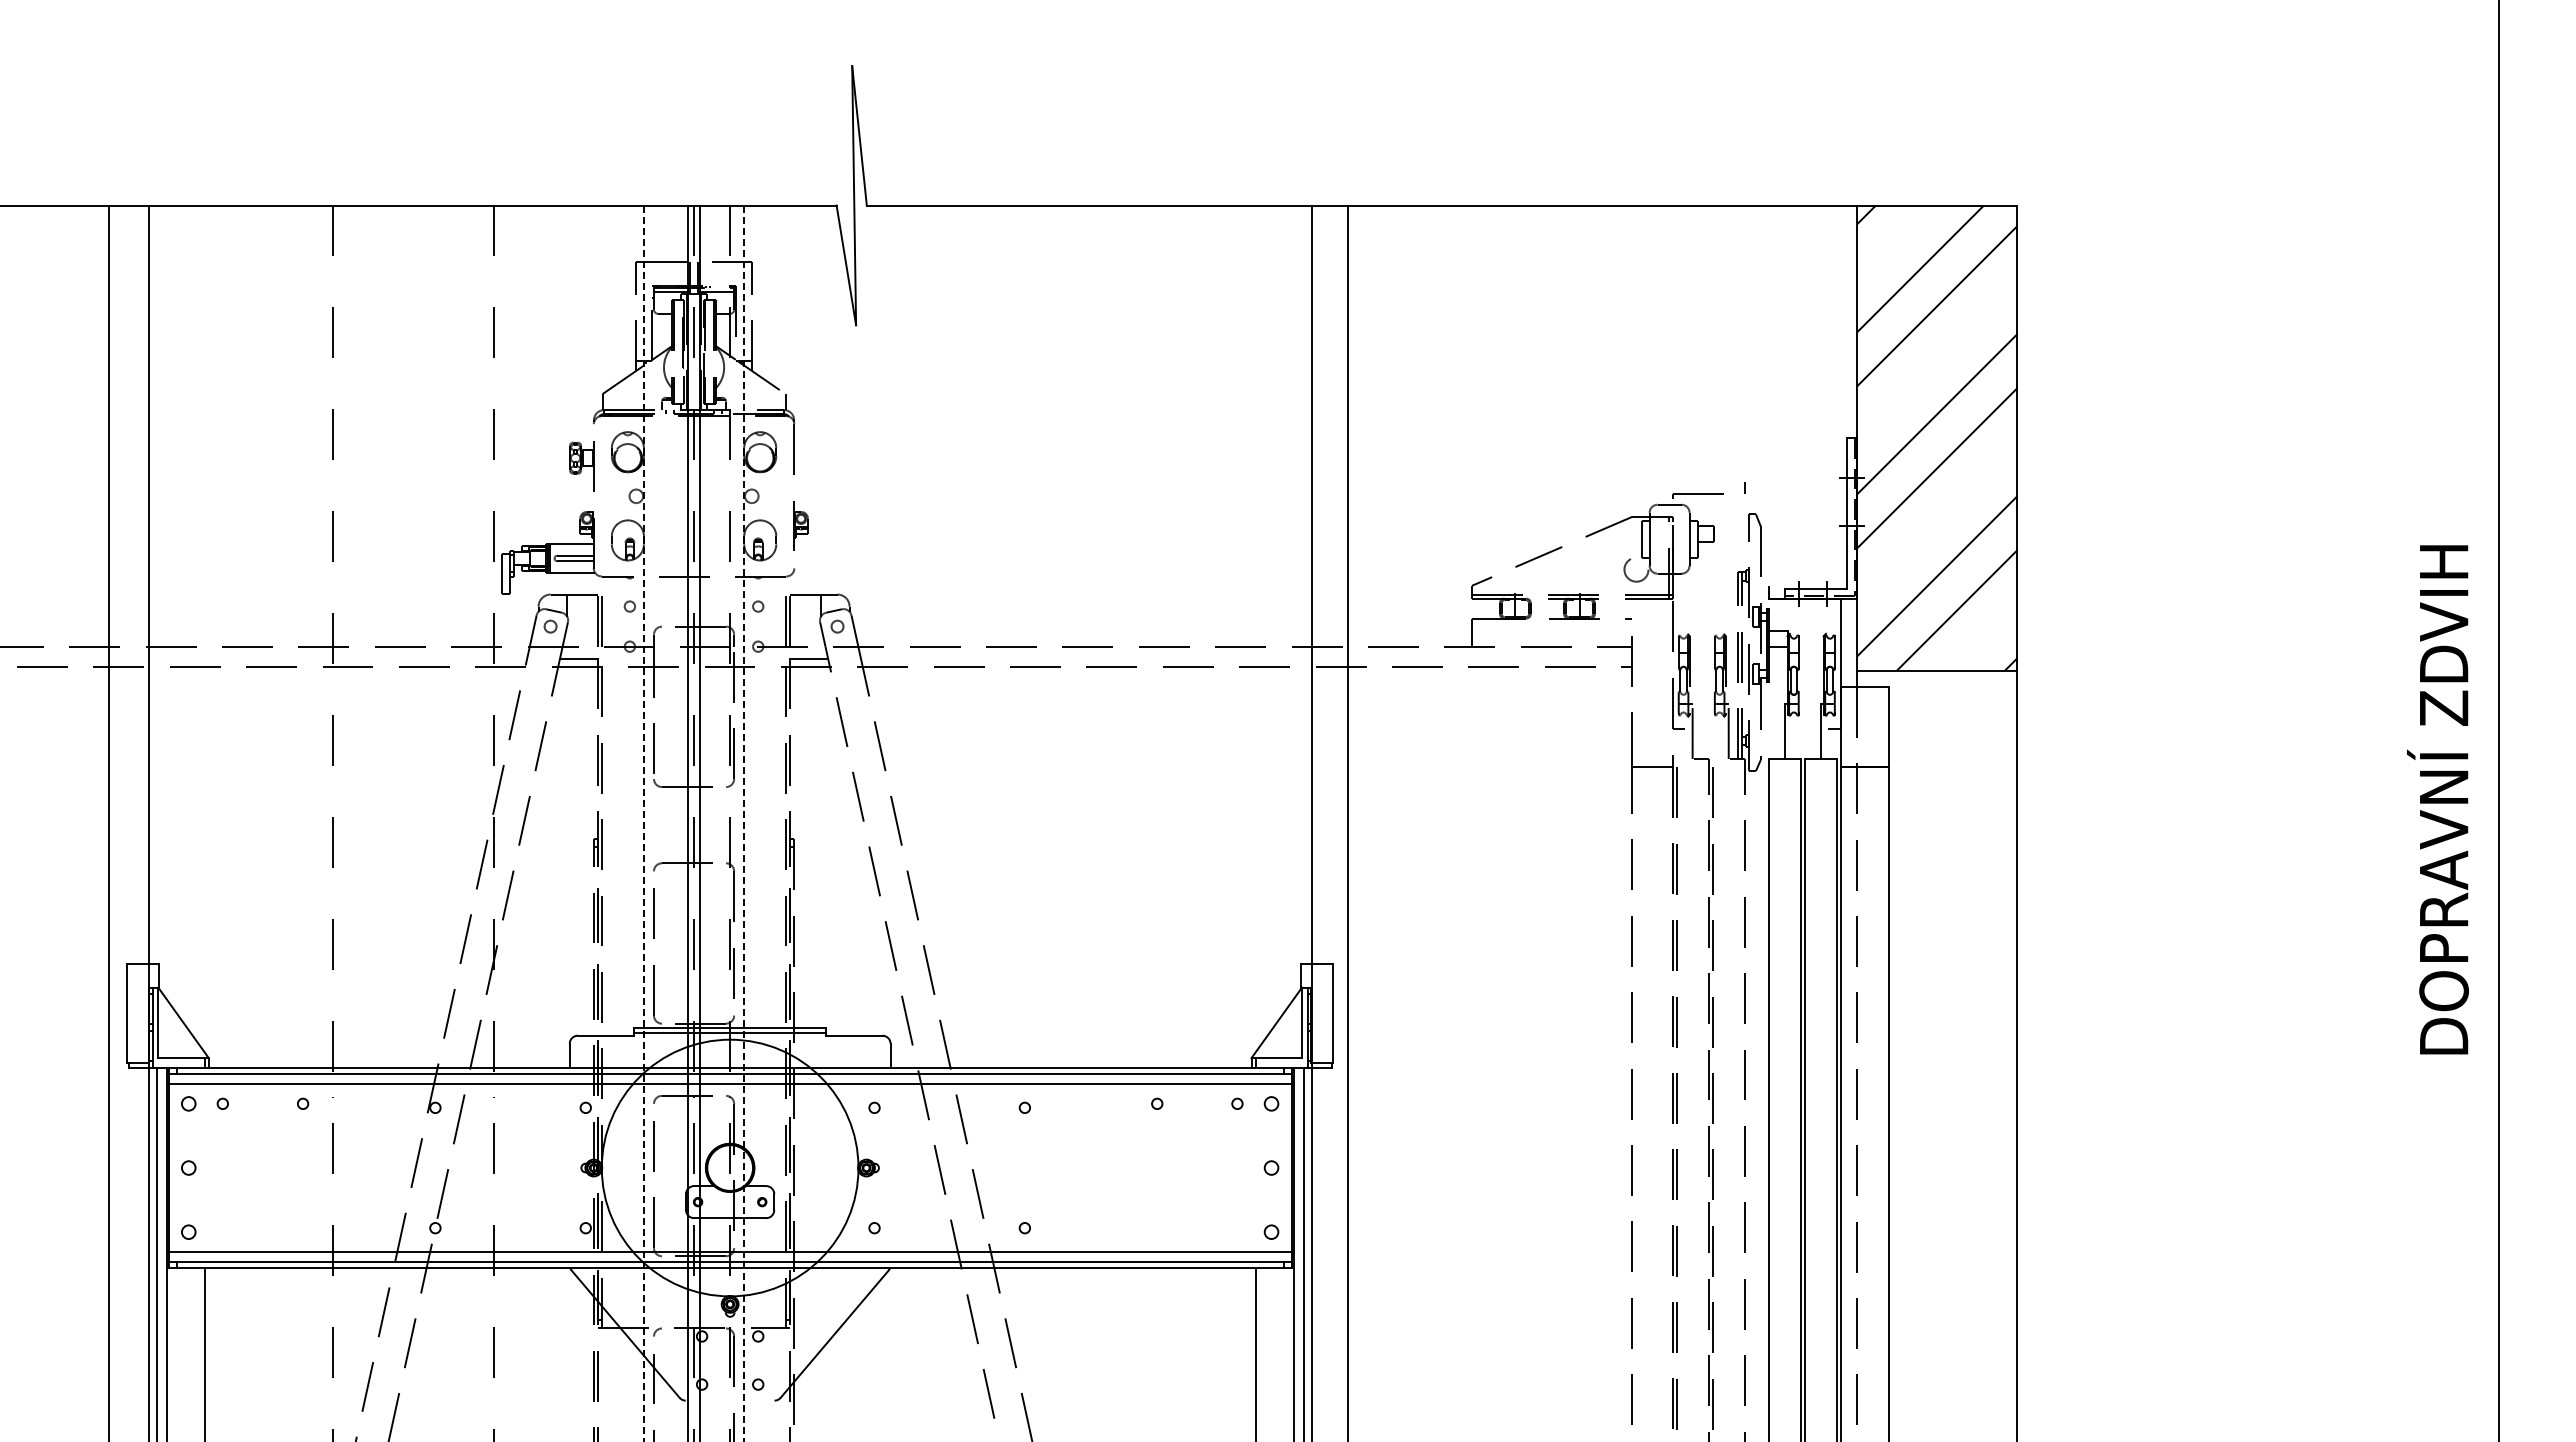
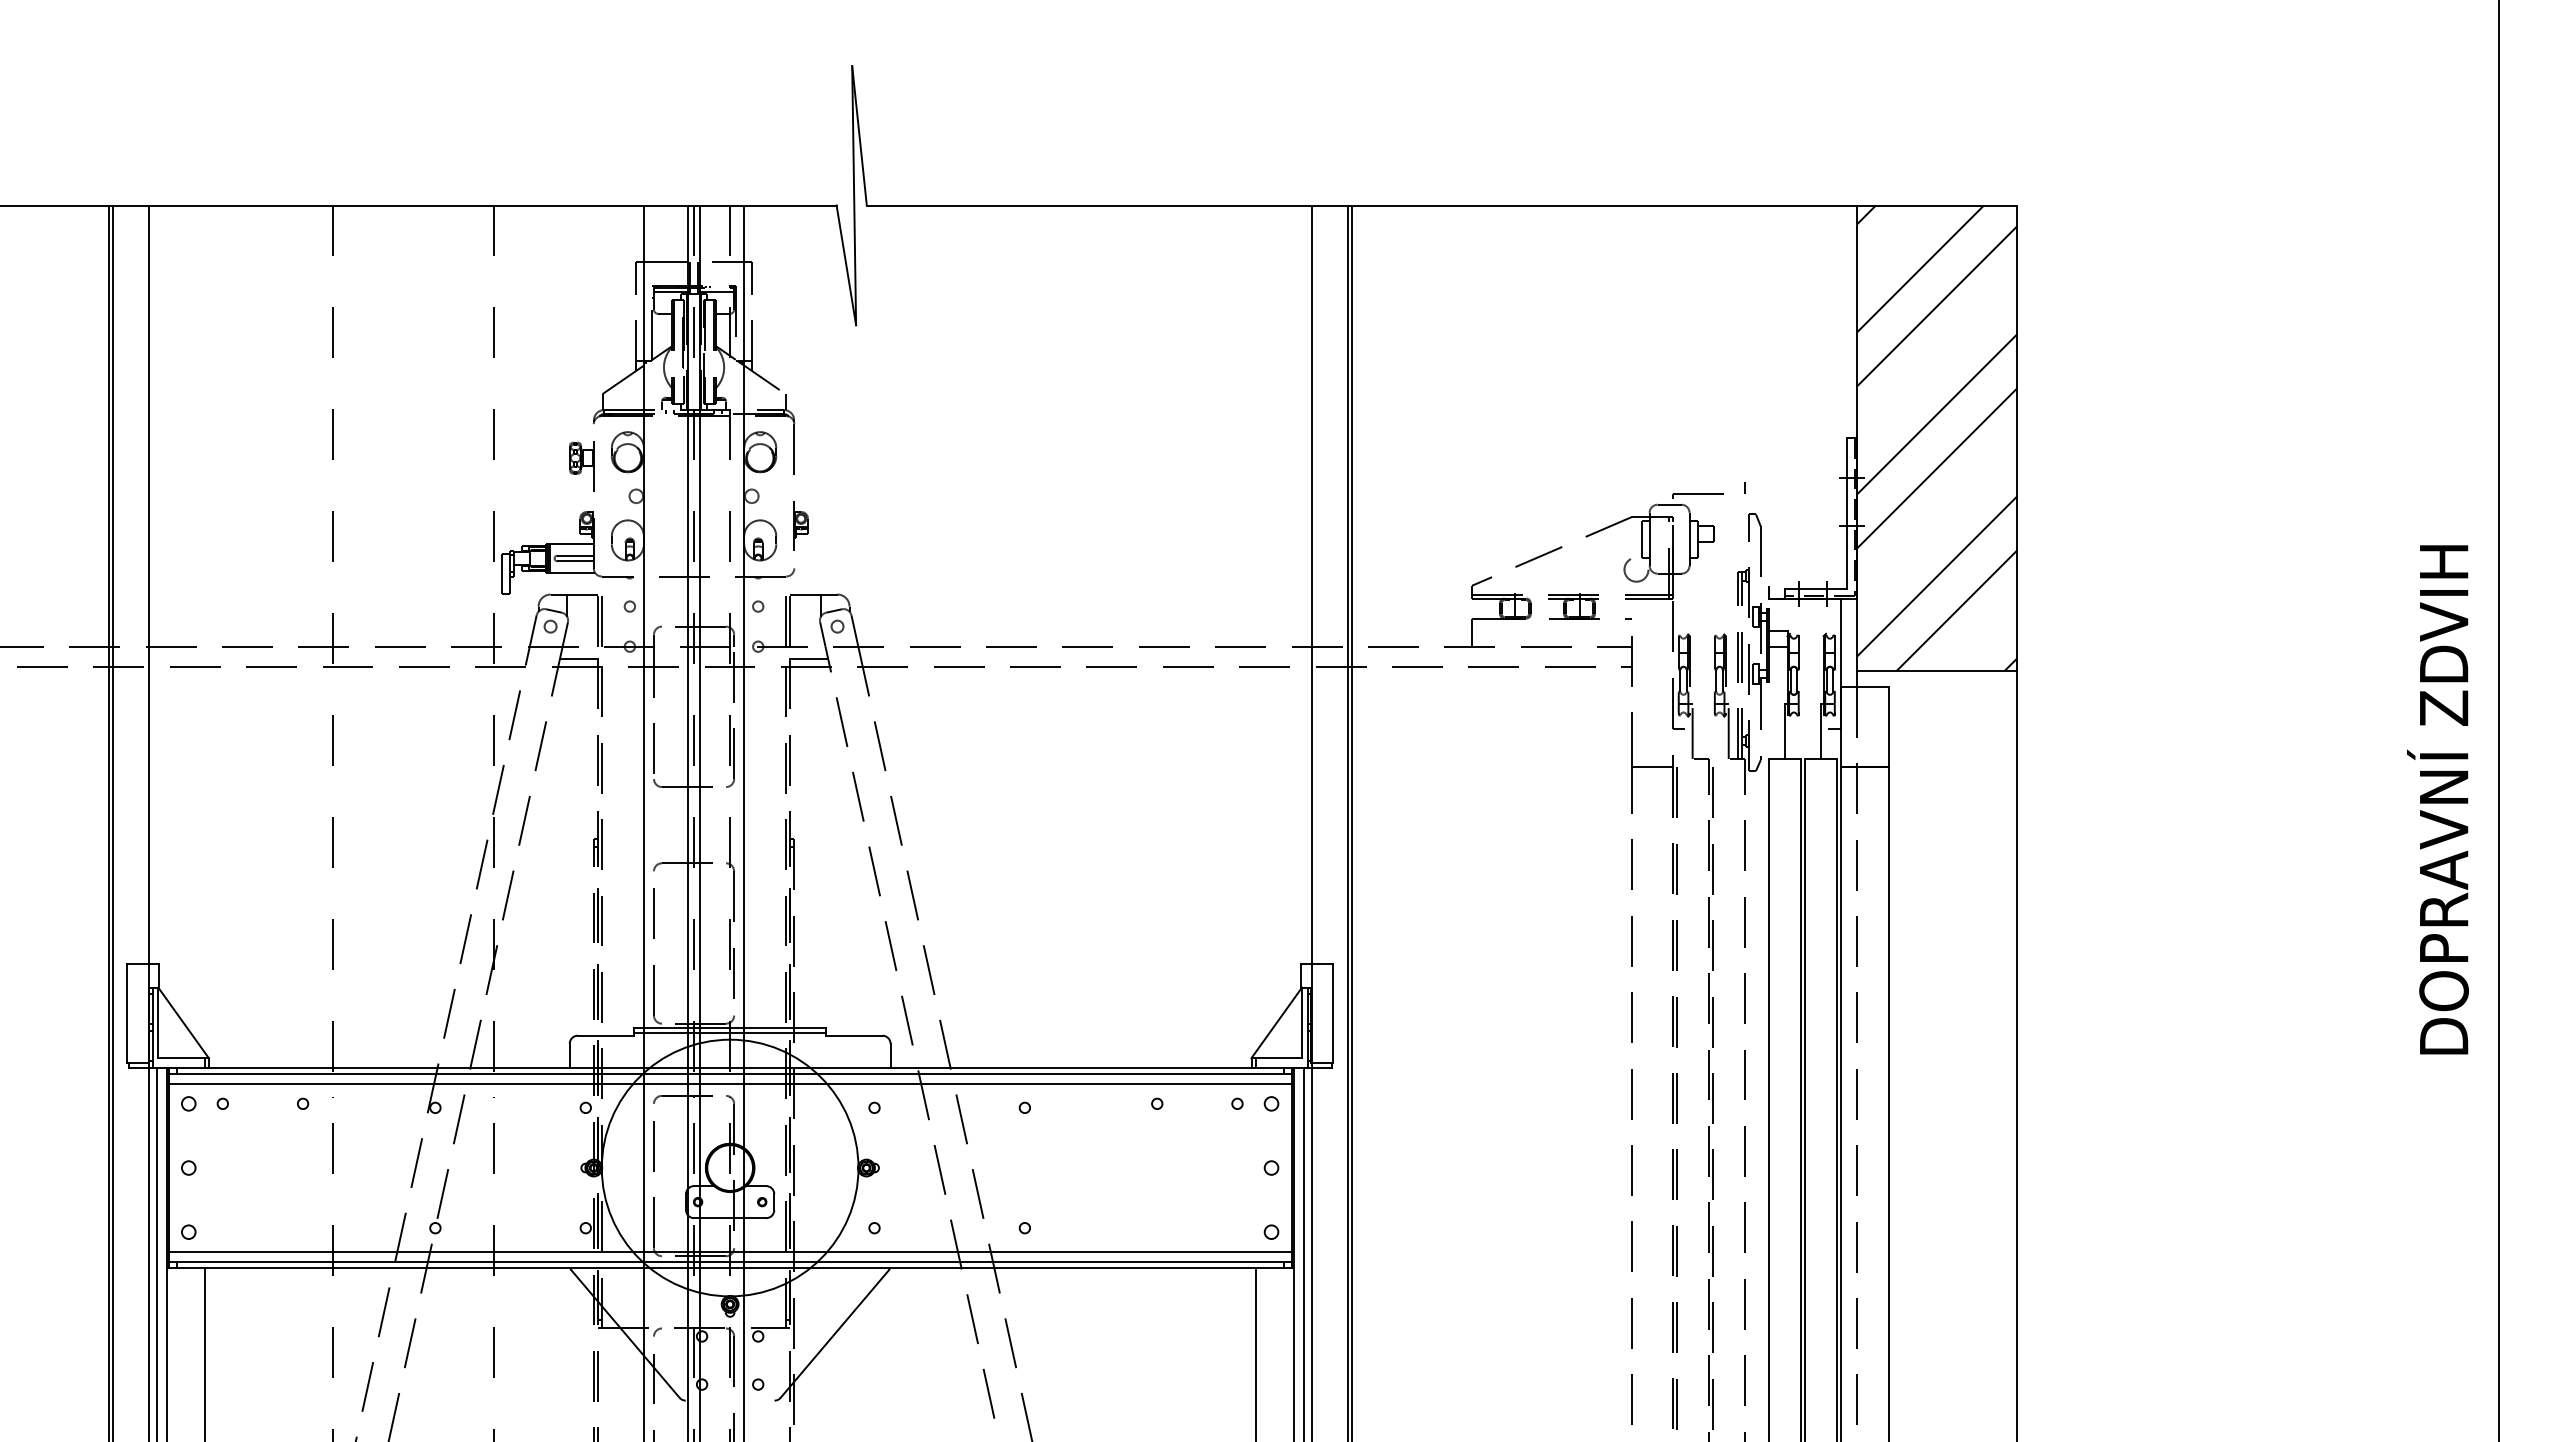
line at (112, 821): none -> present
line at (1351, 821): none -> present
line at (643, 823): dashed -> solid
line at (744, 823): dashed -> solid
